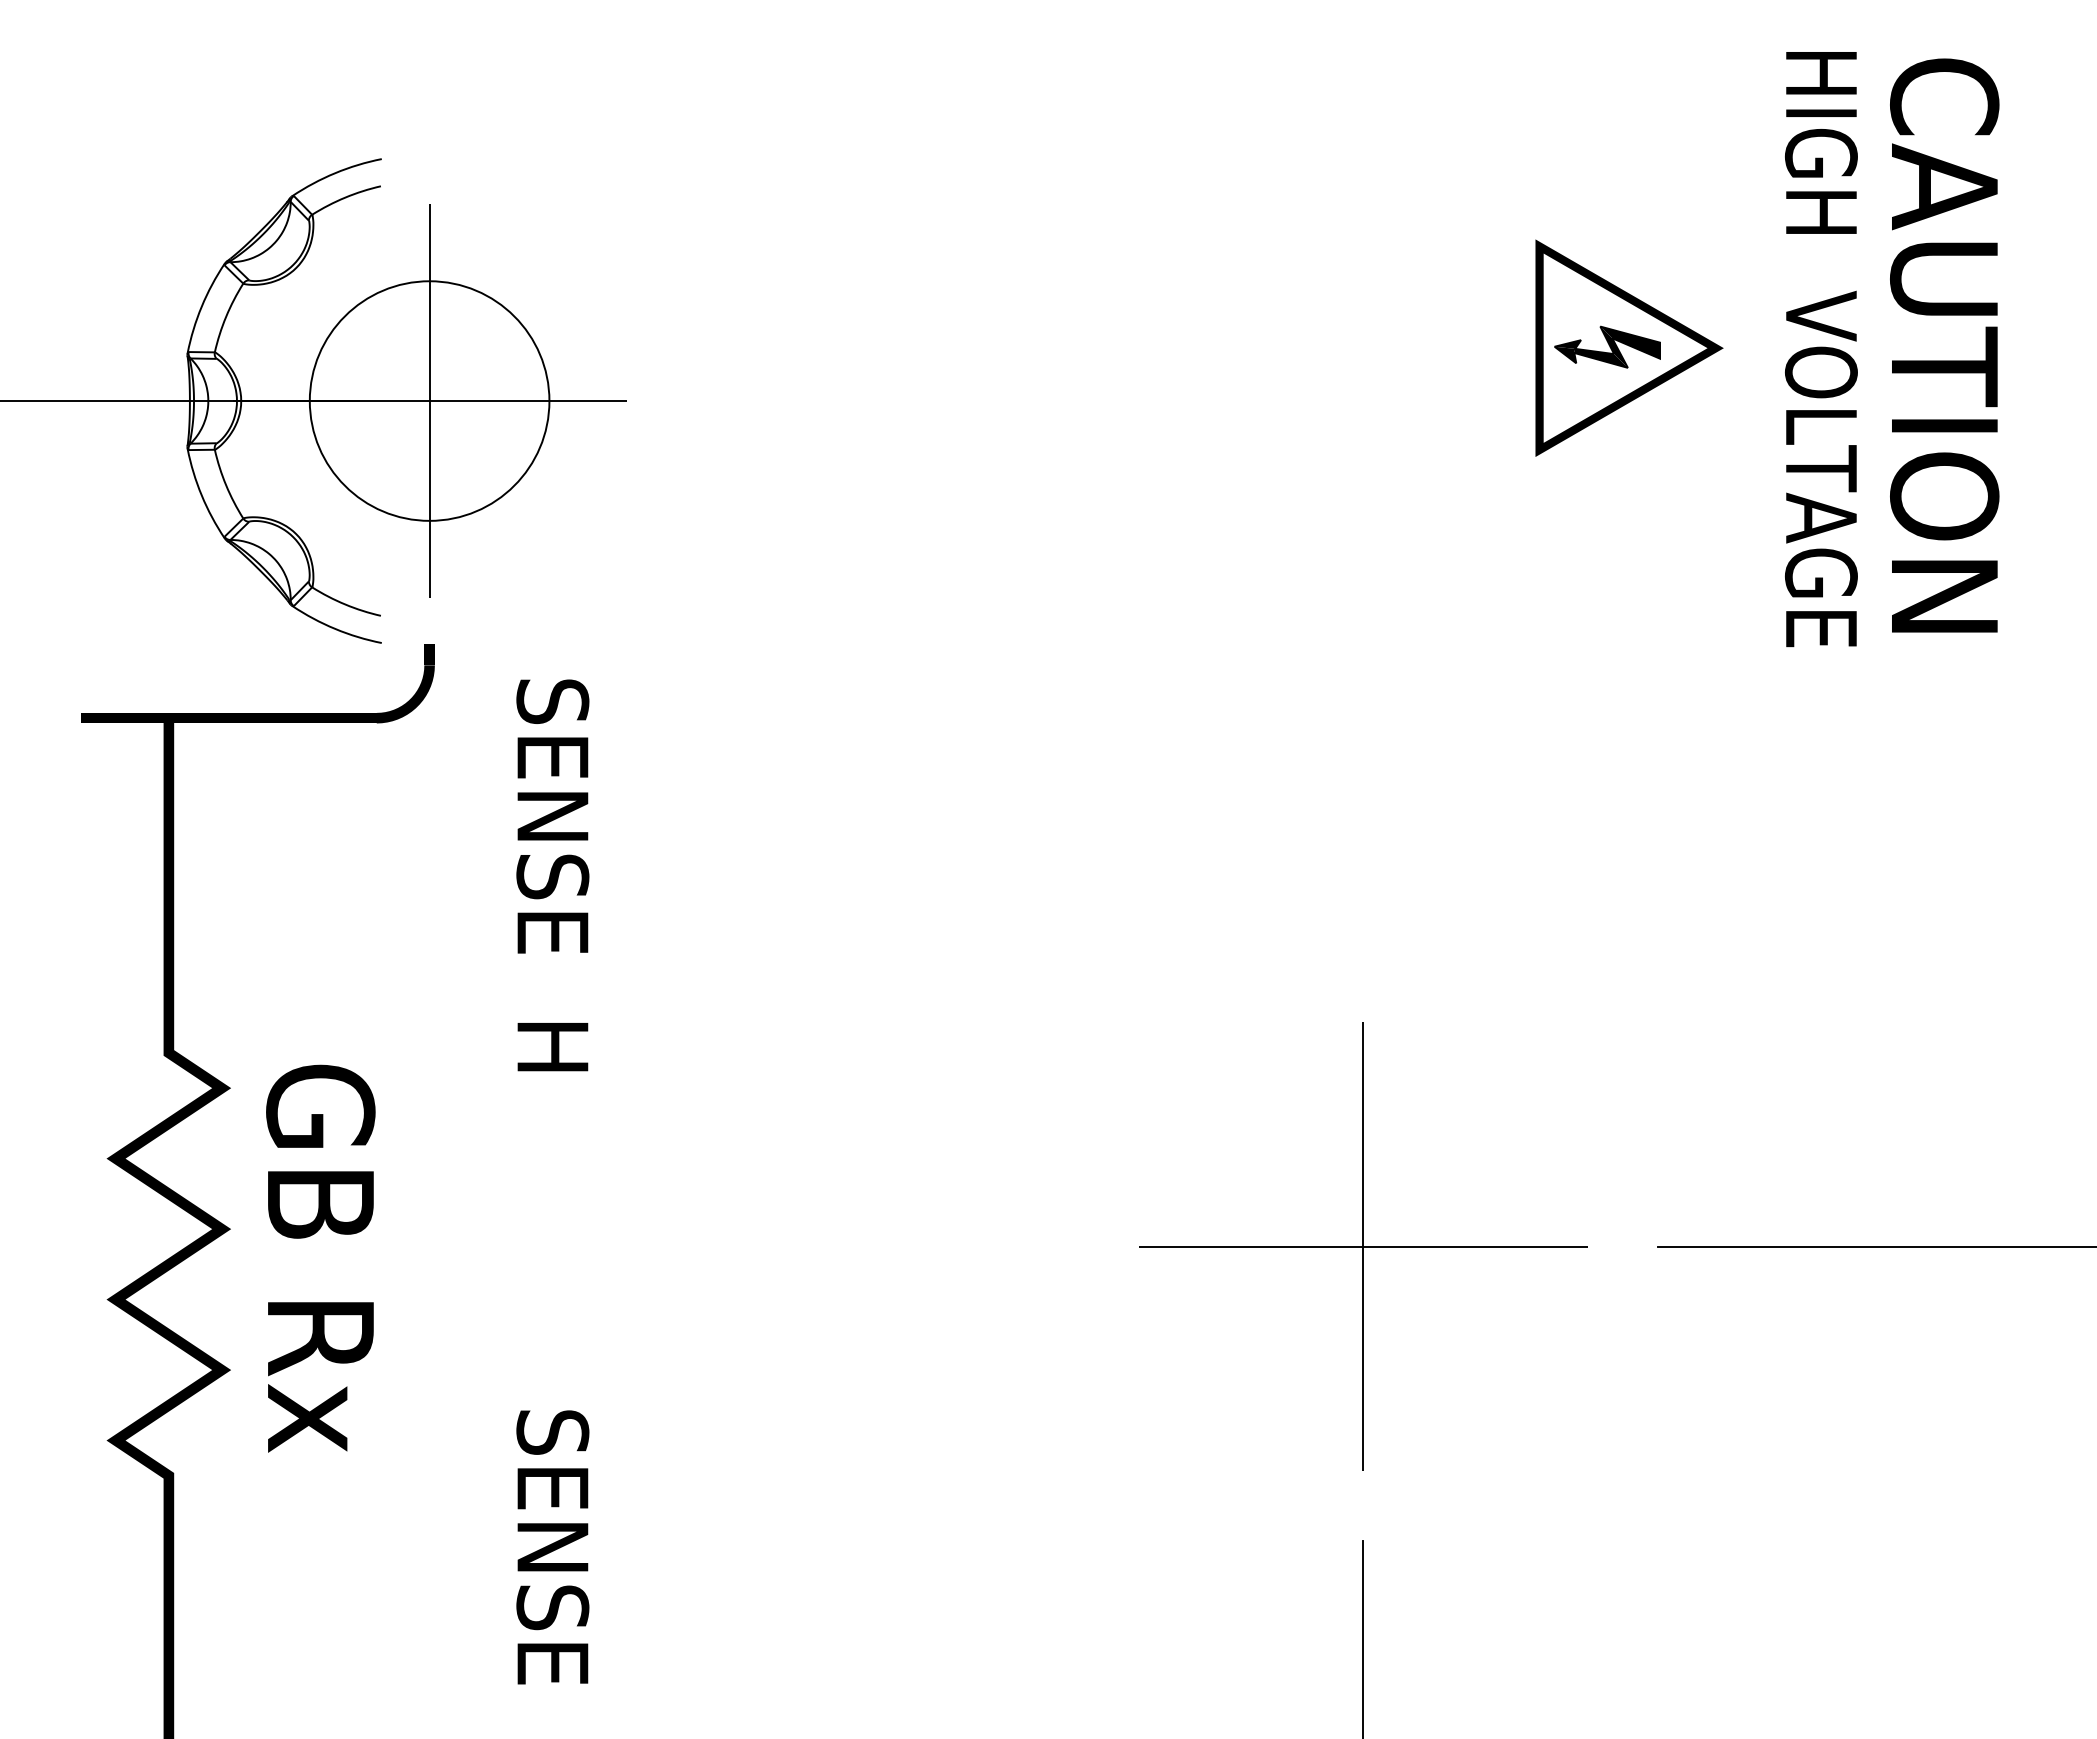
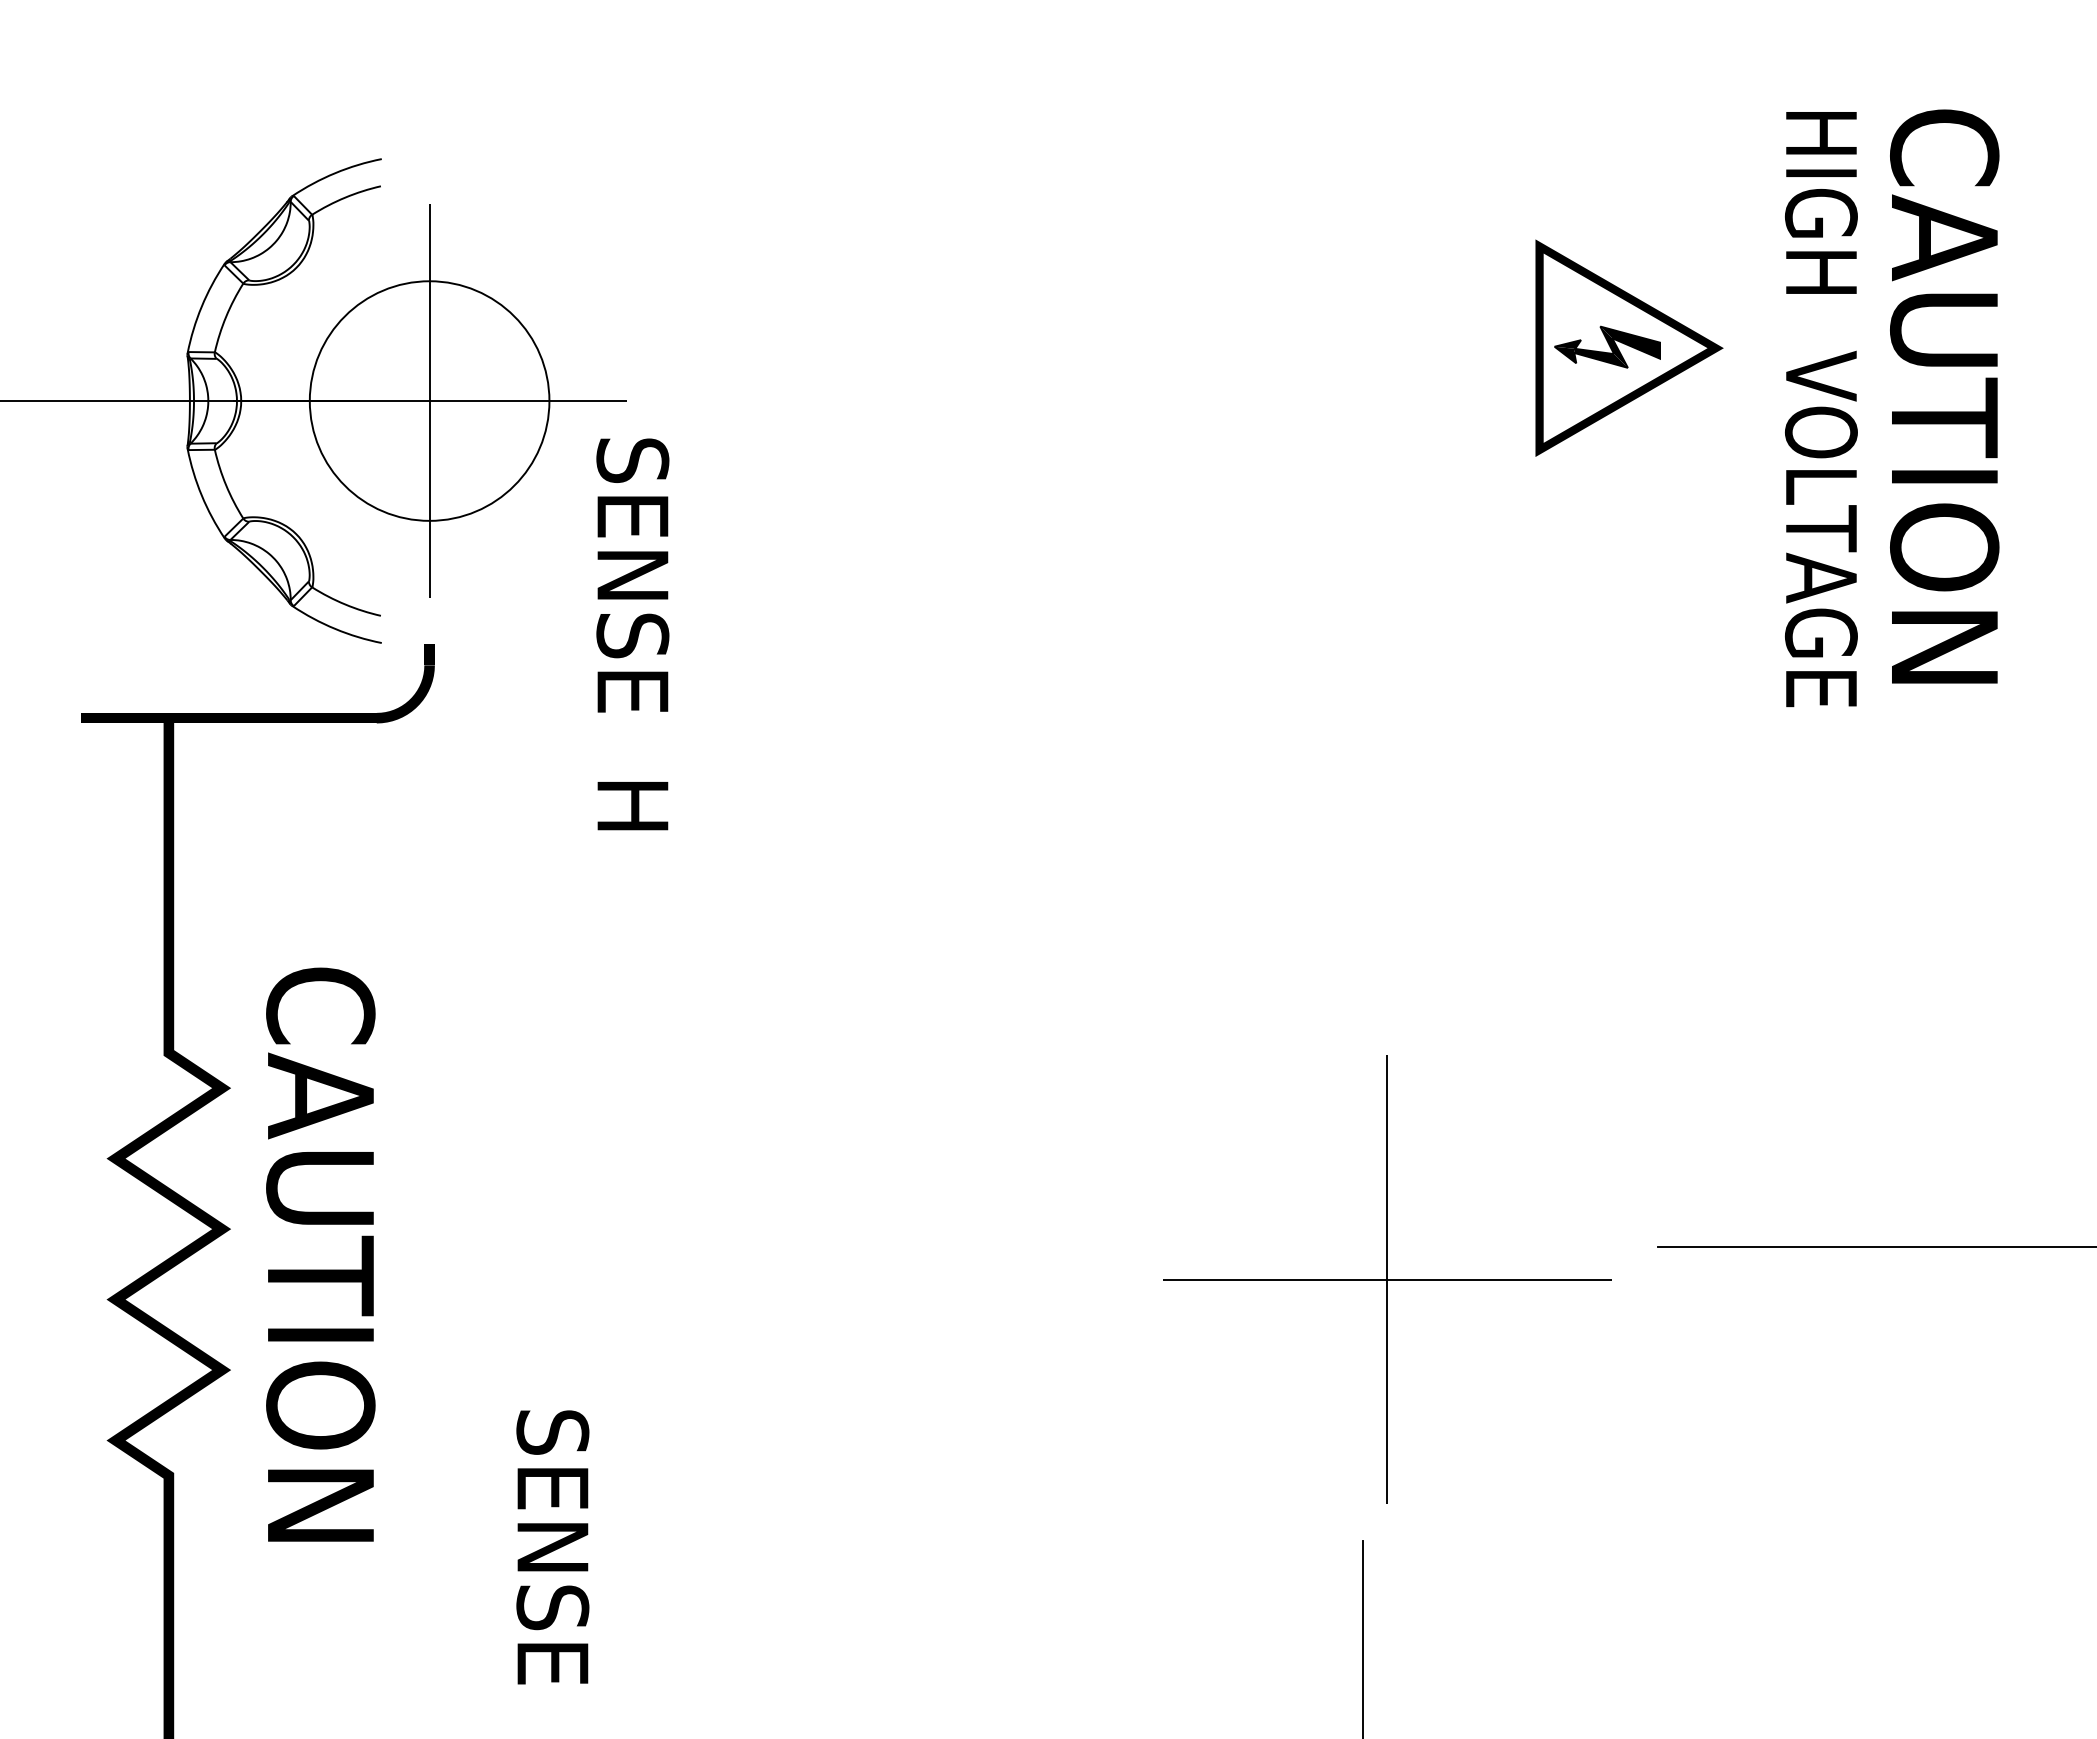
text at (1944, 345) position: (1944, 345) -> (1944, 396)
text at (1821, 349) position: (1821, 349) -> (1821, 409)
text at (552, 875) position: (552, 875) -> (632, 634)
part at (1363, 1246) position: (1363, 1246) -> (1387, 1279)
text at (320, 1254): GB Rx -> CAUTION
